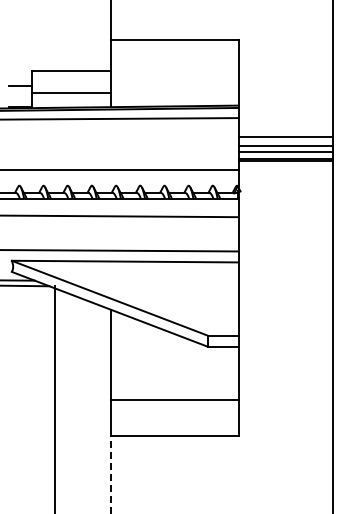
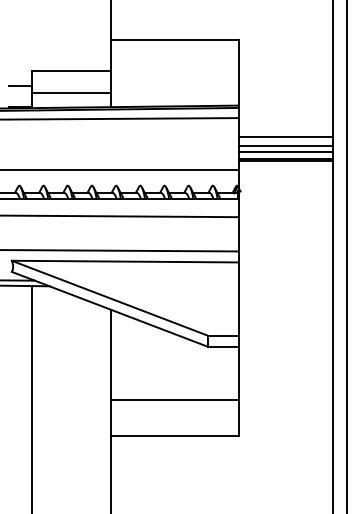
line at (347, 256): none -> present
line at (54, 397) position: (54, 397) -> (31, 397)
line at (110, 474): dashed -> solid
